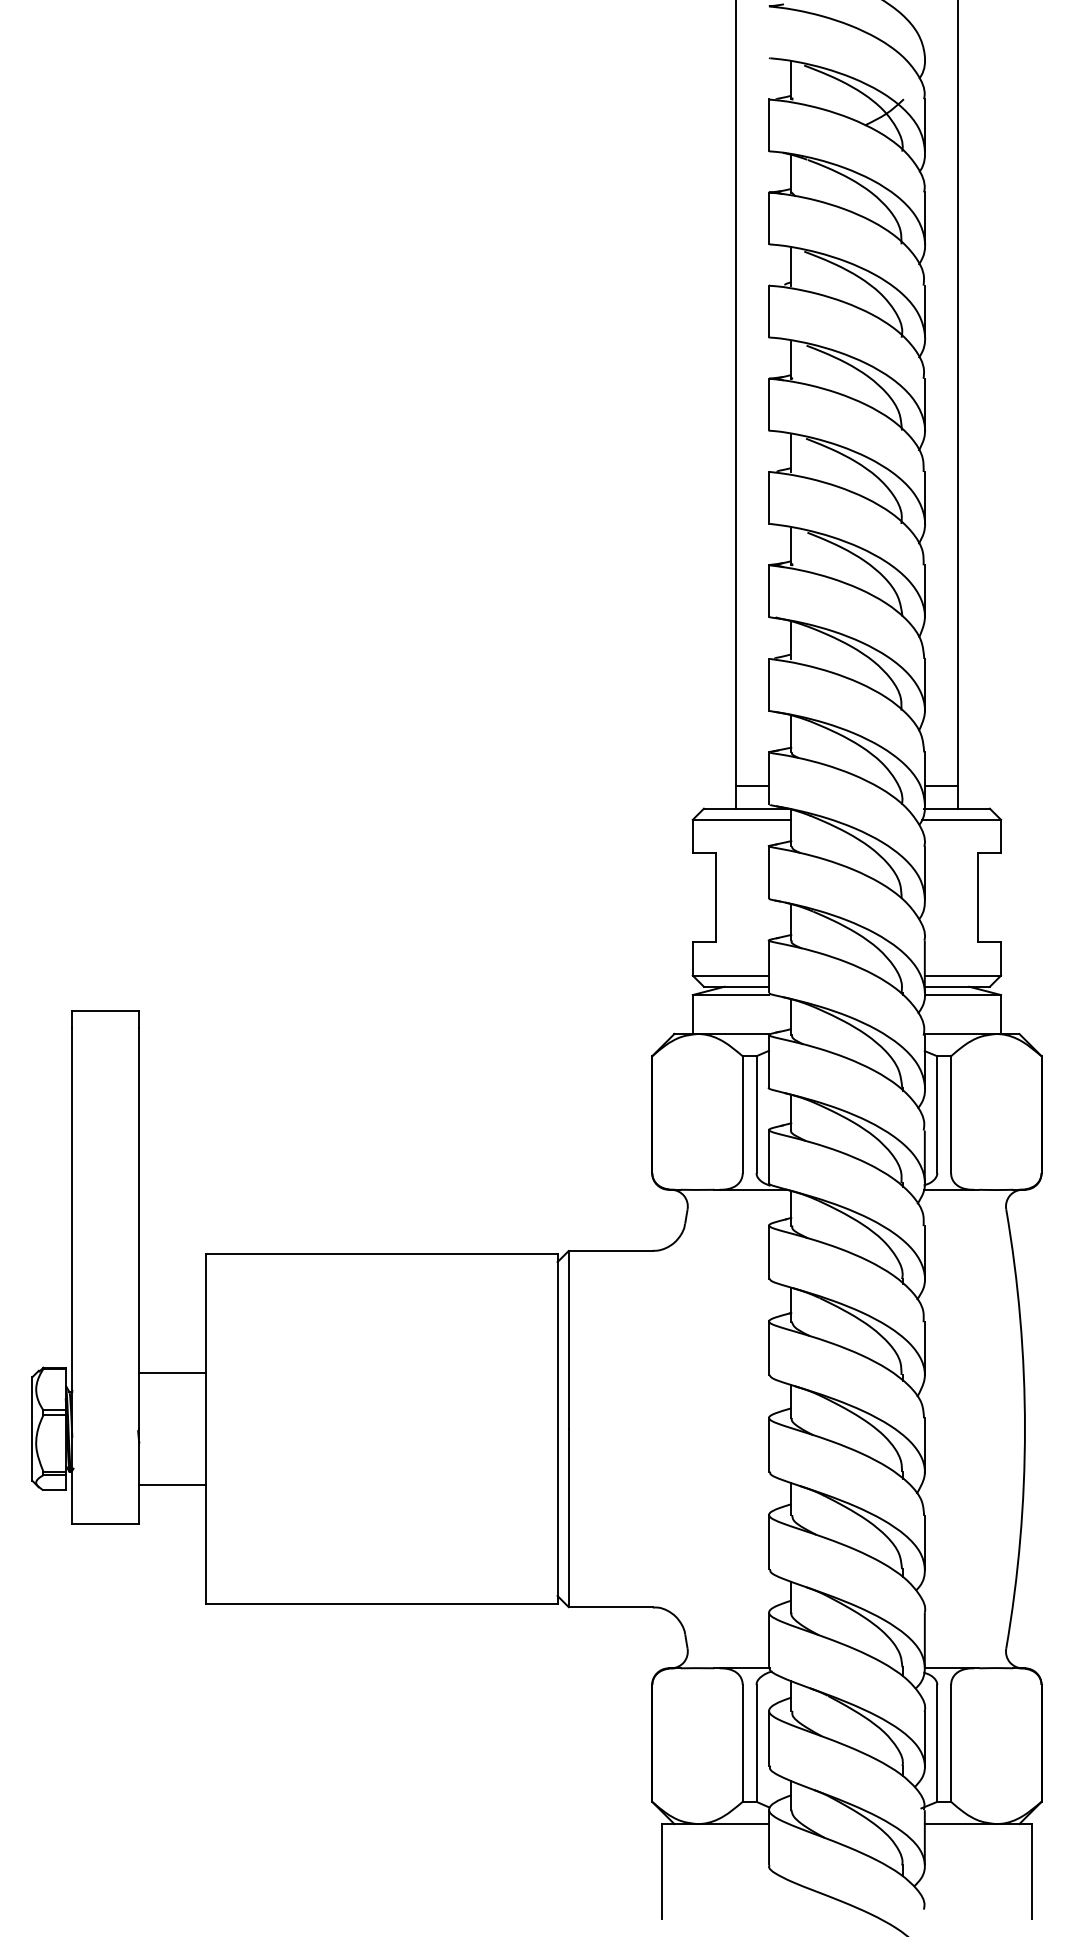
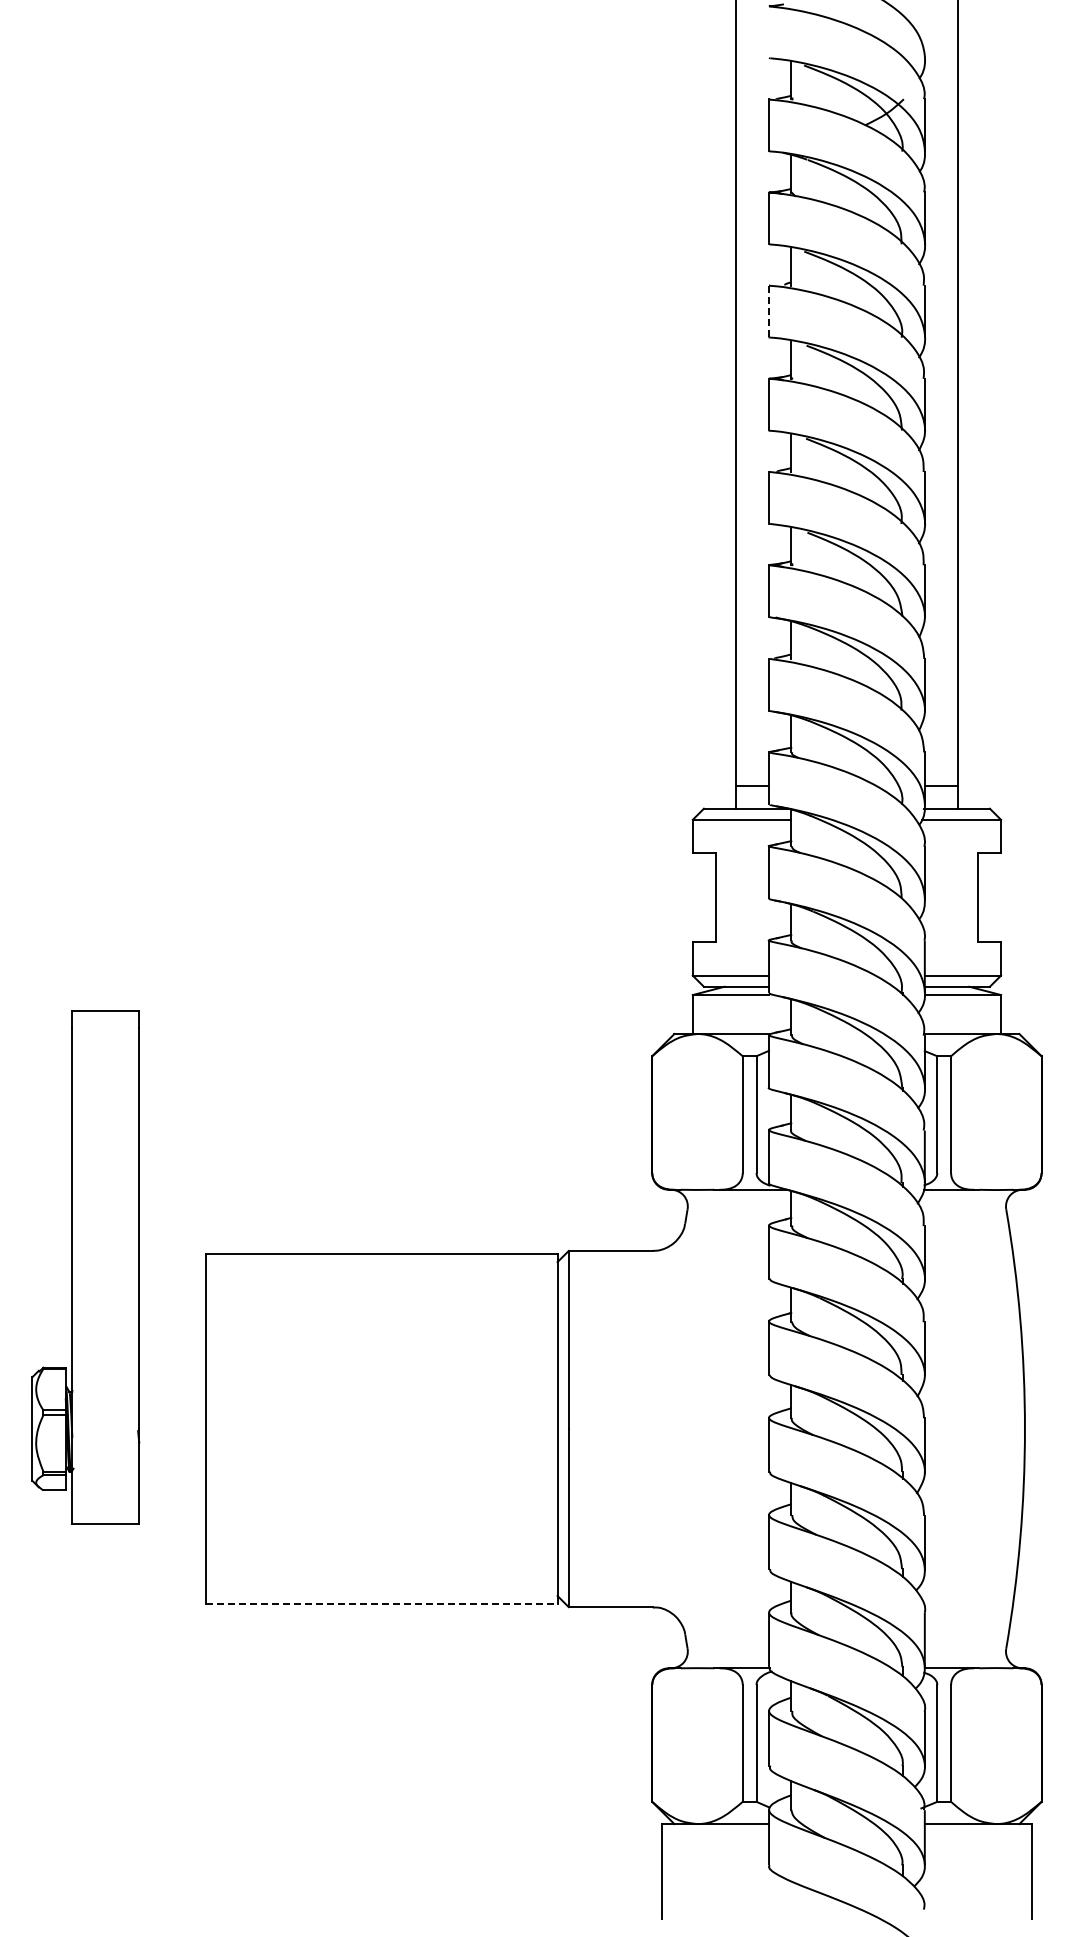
line at (769, 311): solid -> dashed
line at (172, 1373): present -> none
line at (172, 1484): present -> none
line at (381, 1604): solid -> dashed
